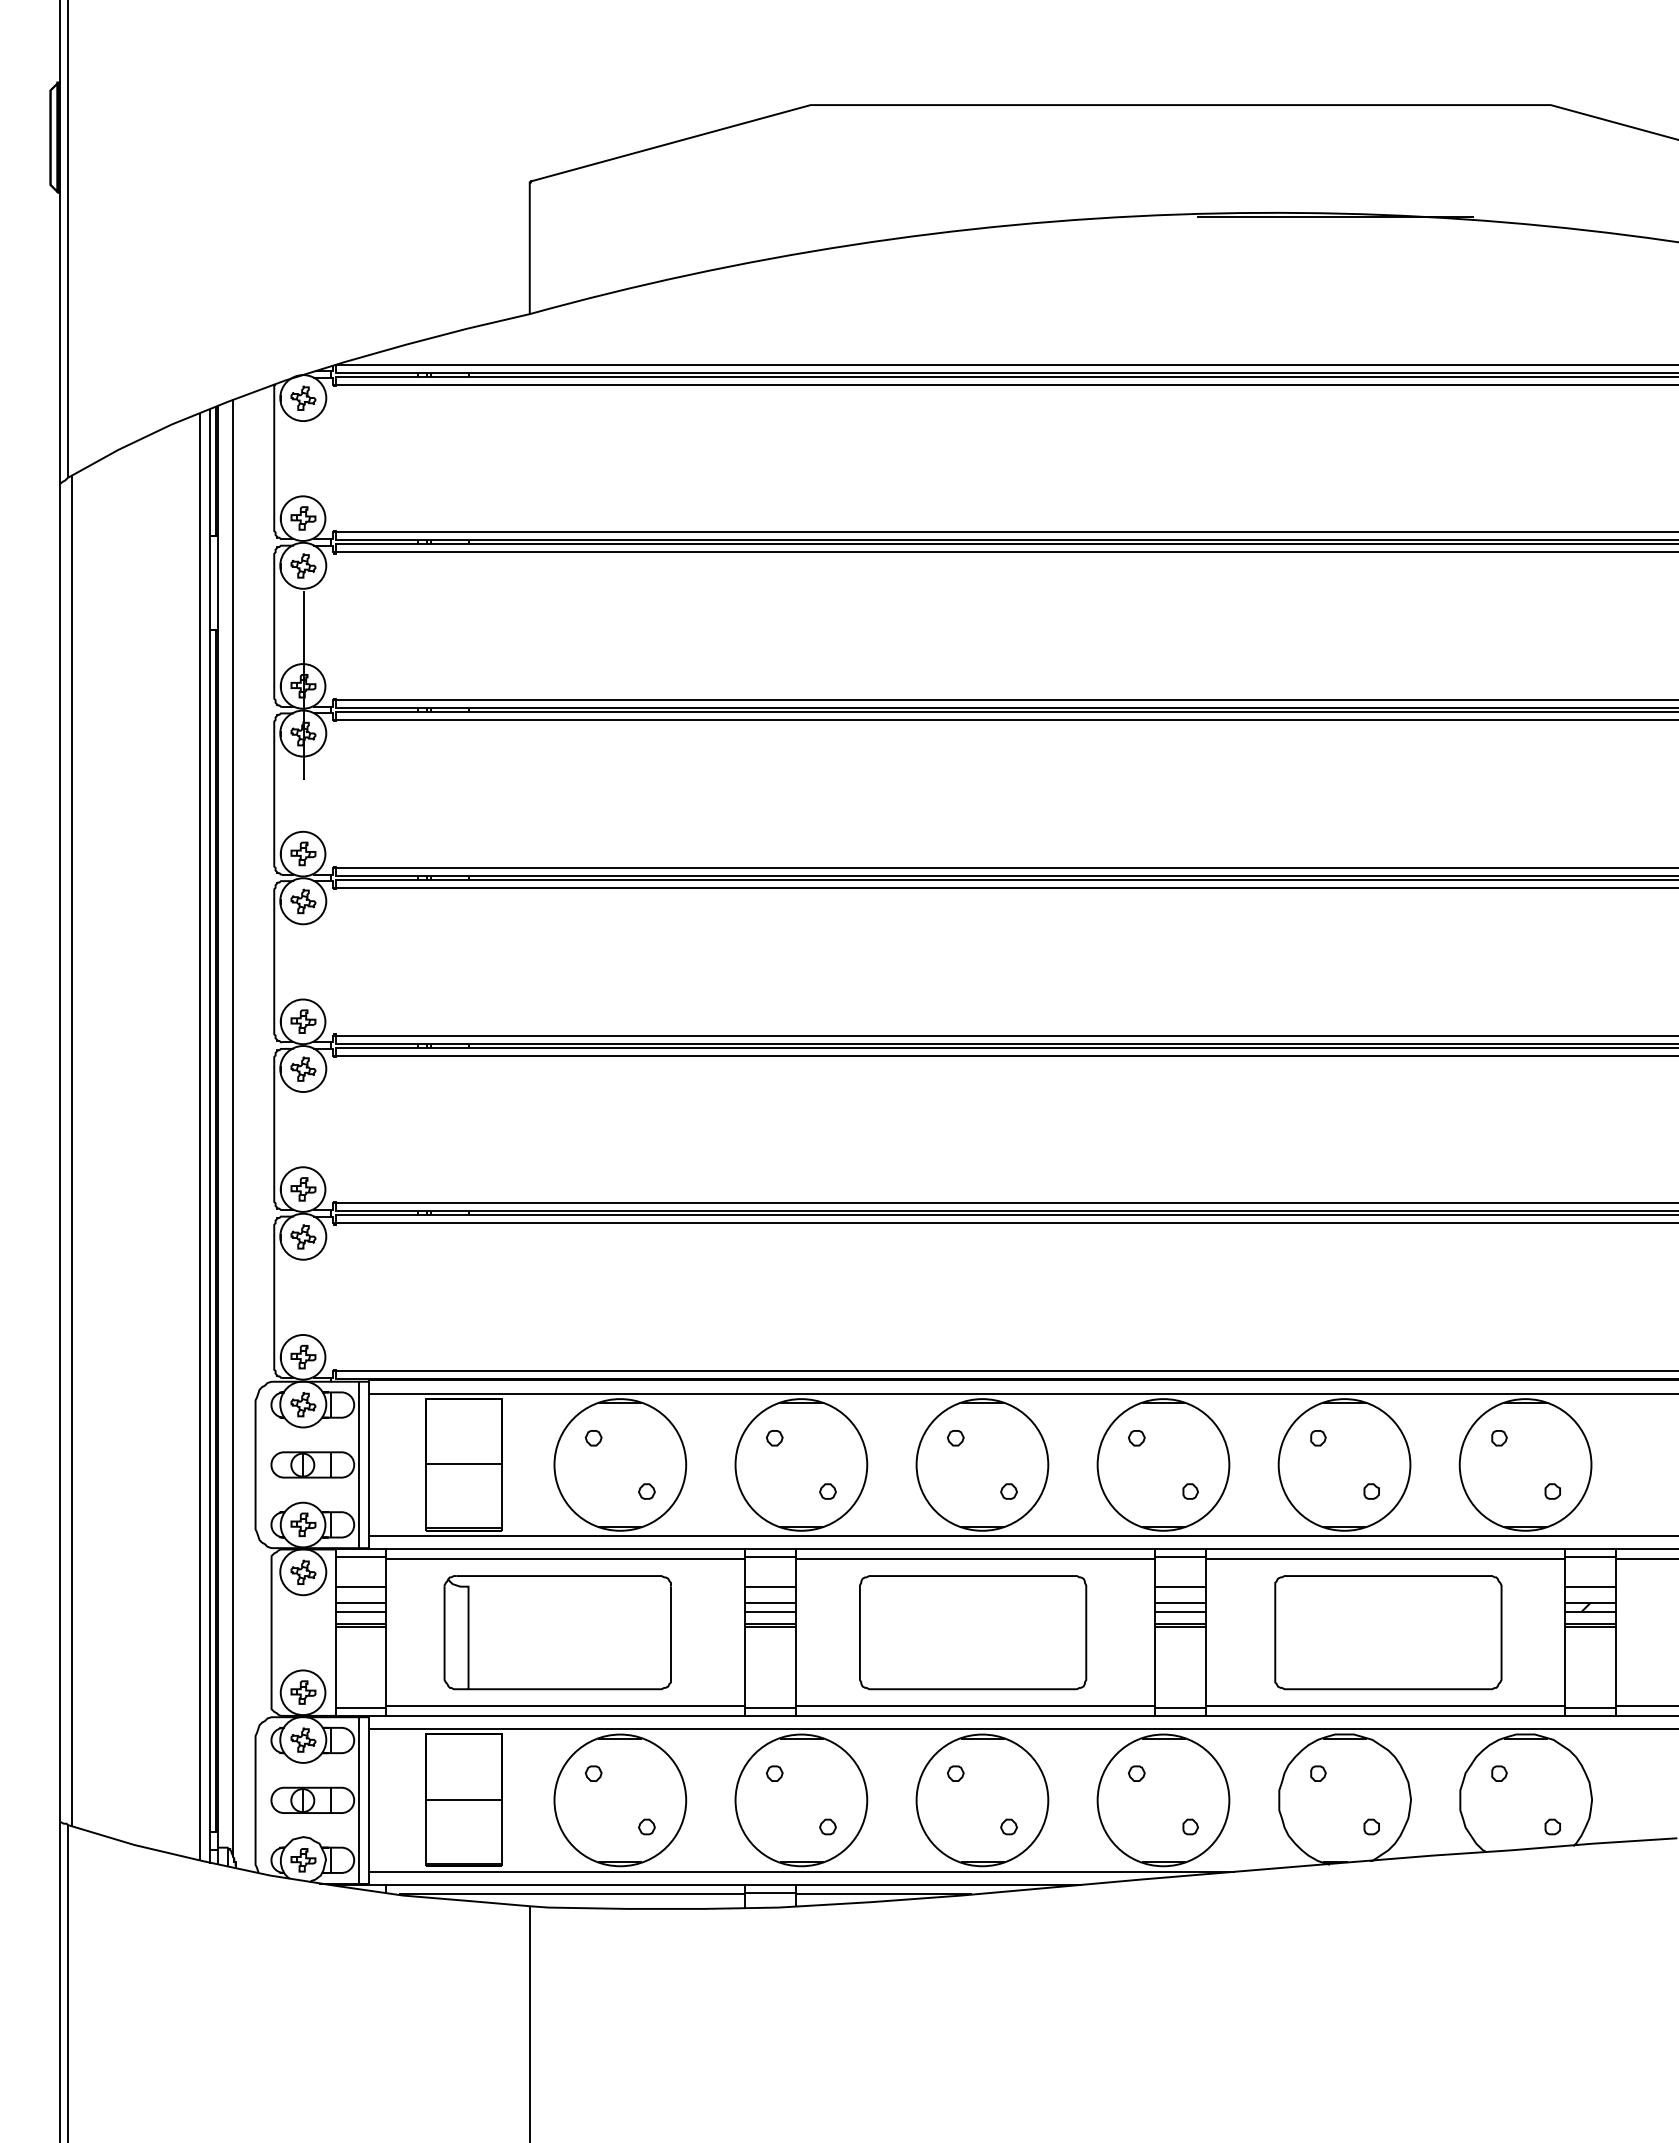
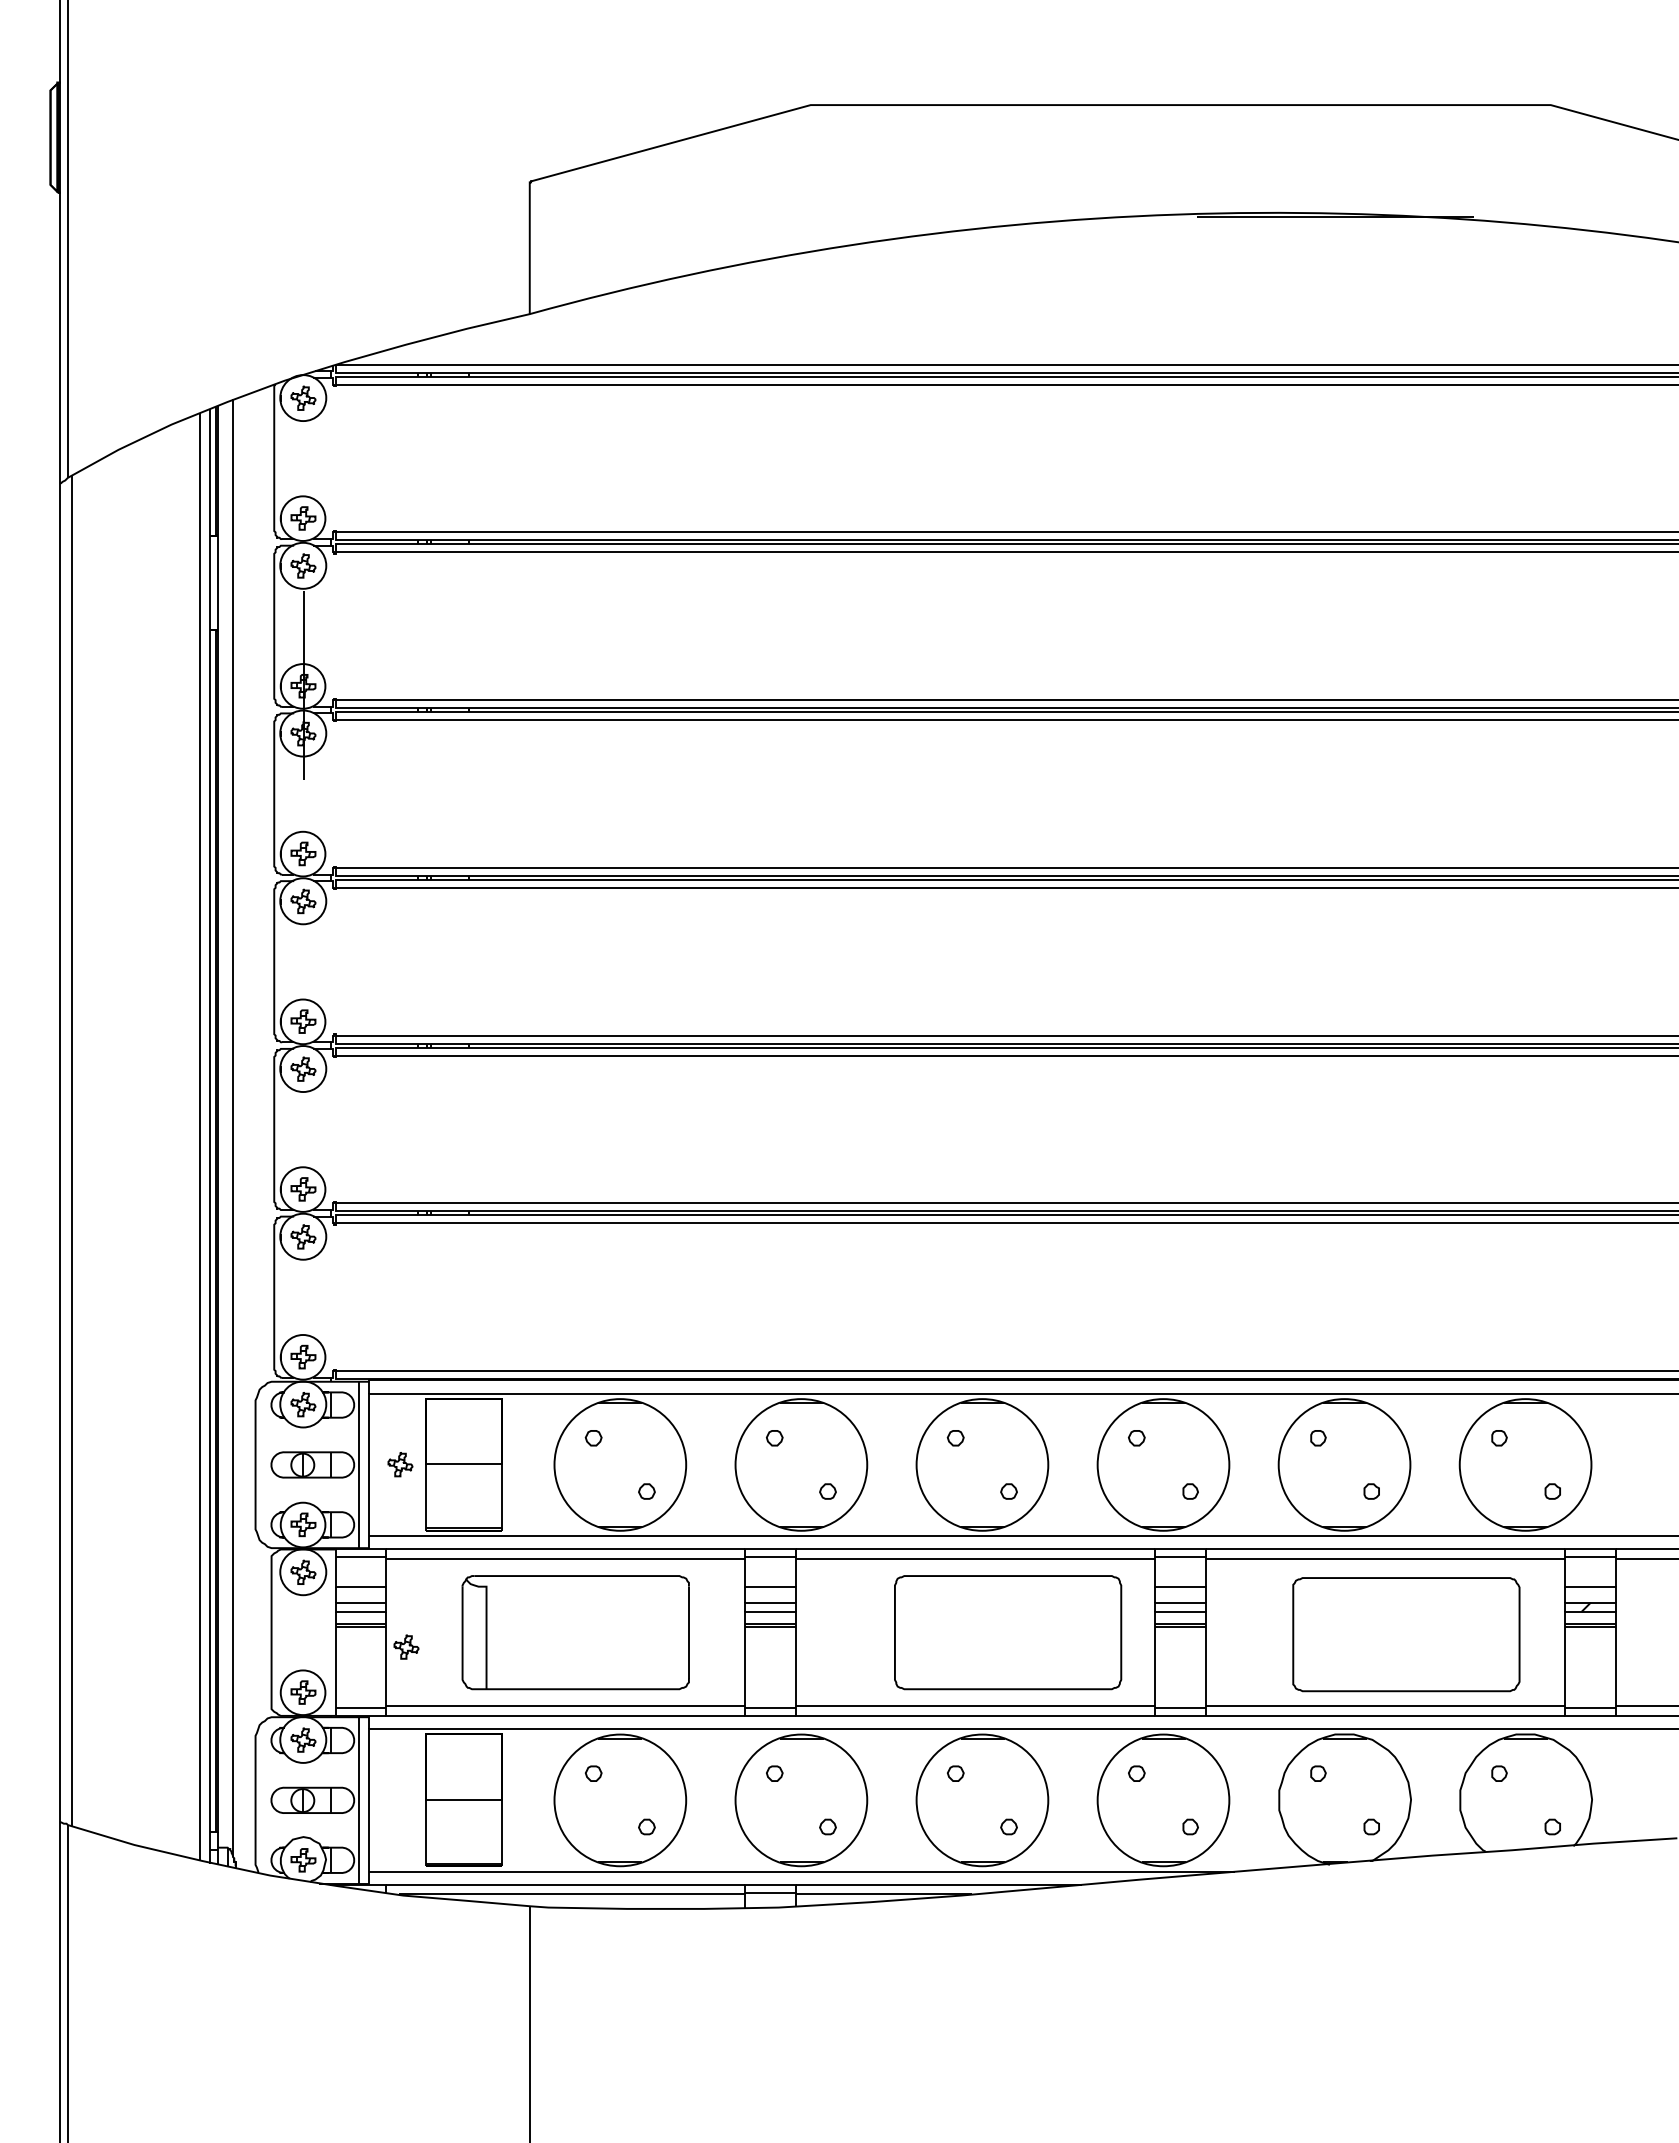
part at (400, 1464): none -> present
part at (557, 1632) position: (557, 1632) -> (575, 1632)
part at (973, 1632) position: (973, 1632) -> (1008, 1632)
part at (1388, 1632) position: (1388, 1632) -> (1406, 1634)
part at (406, 1646): none -> present
